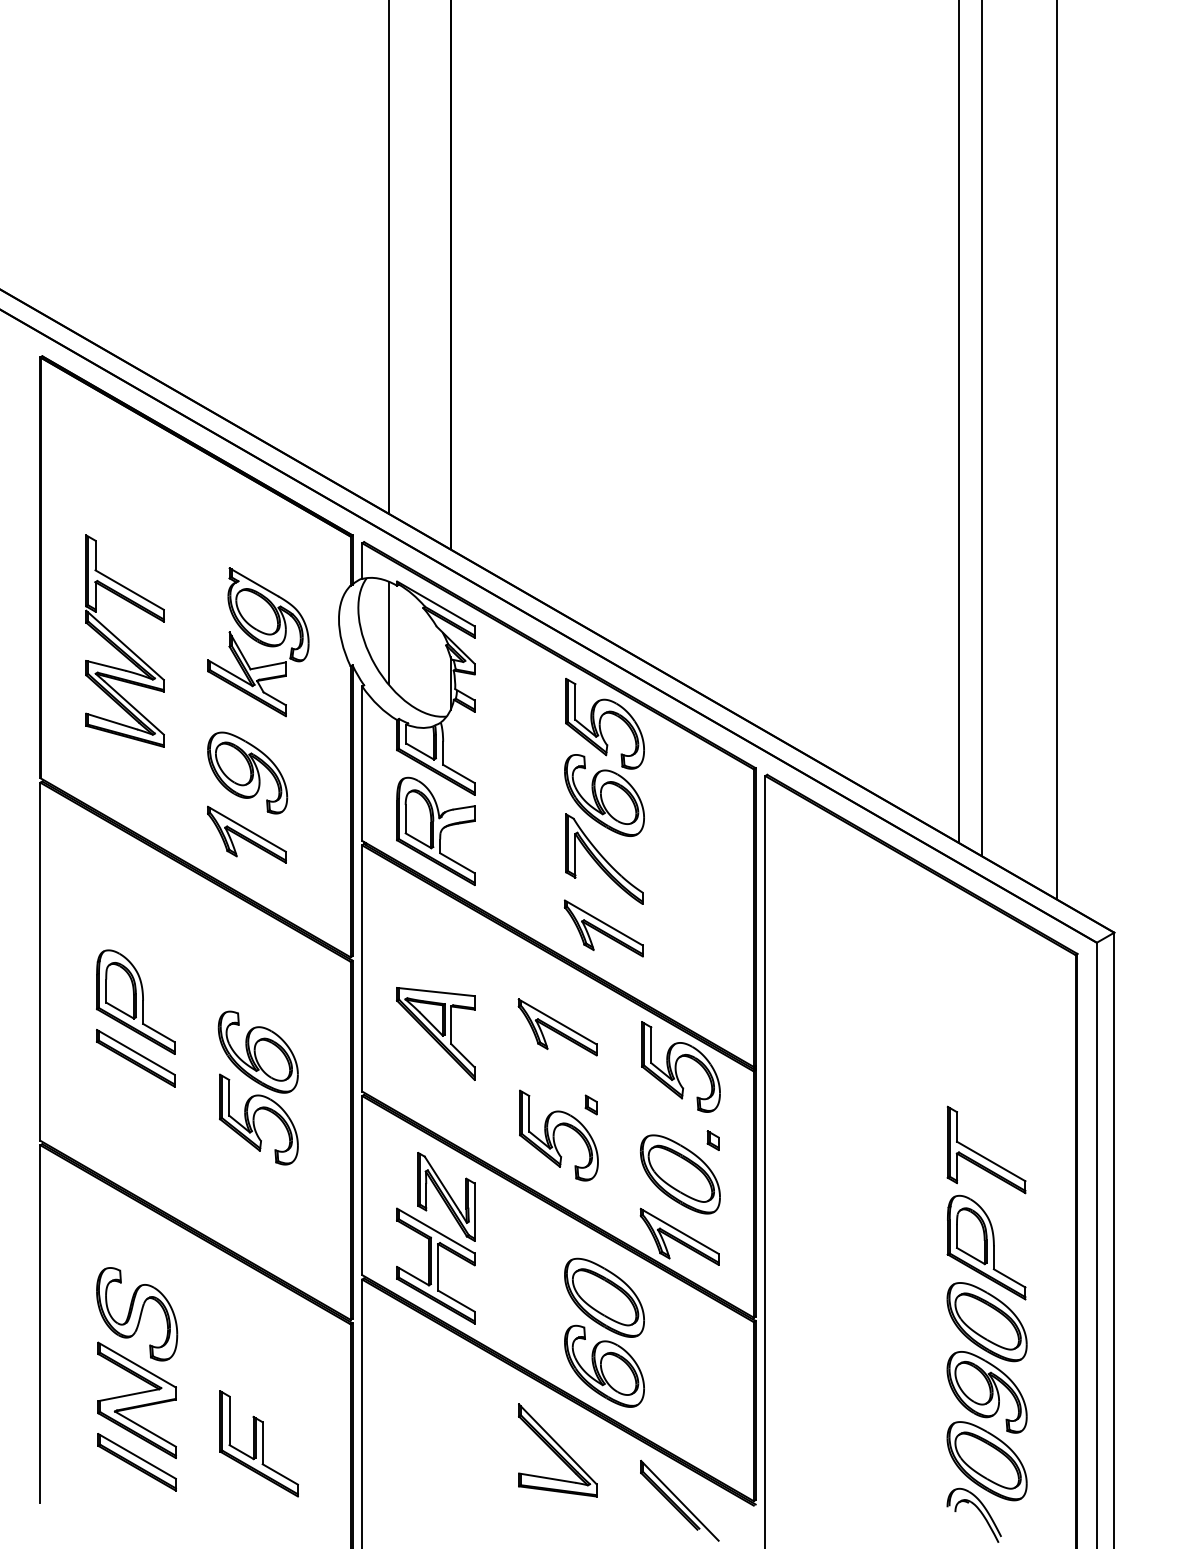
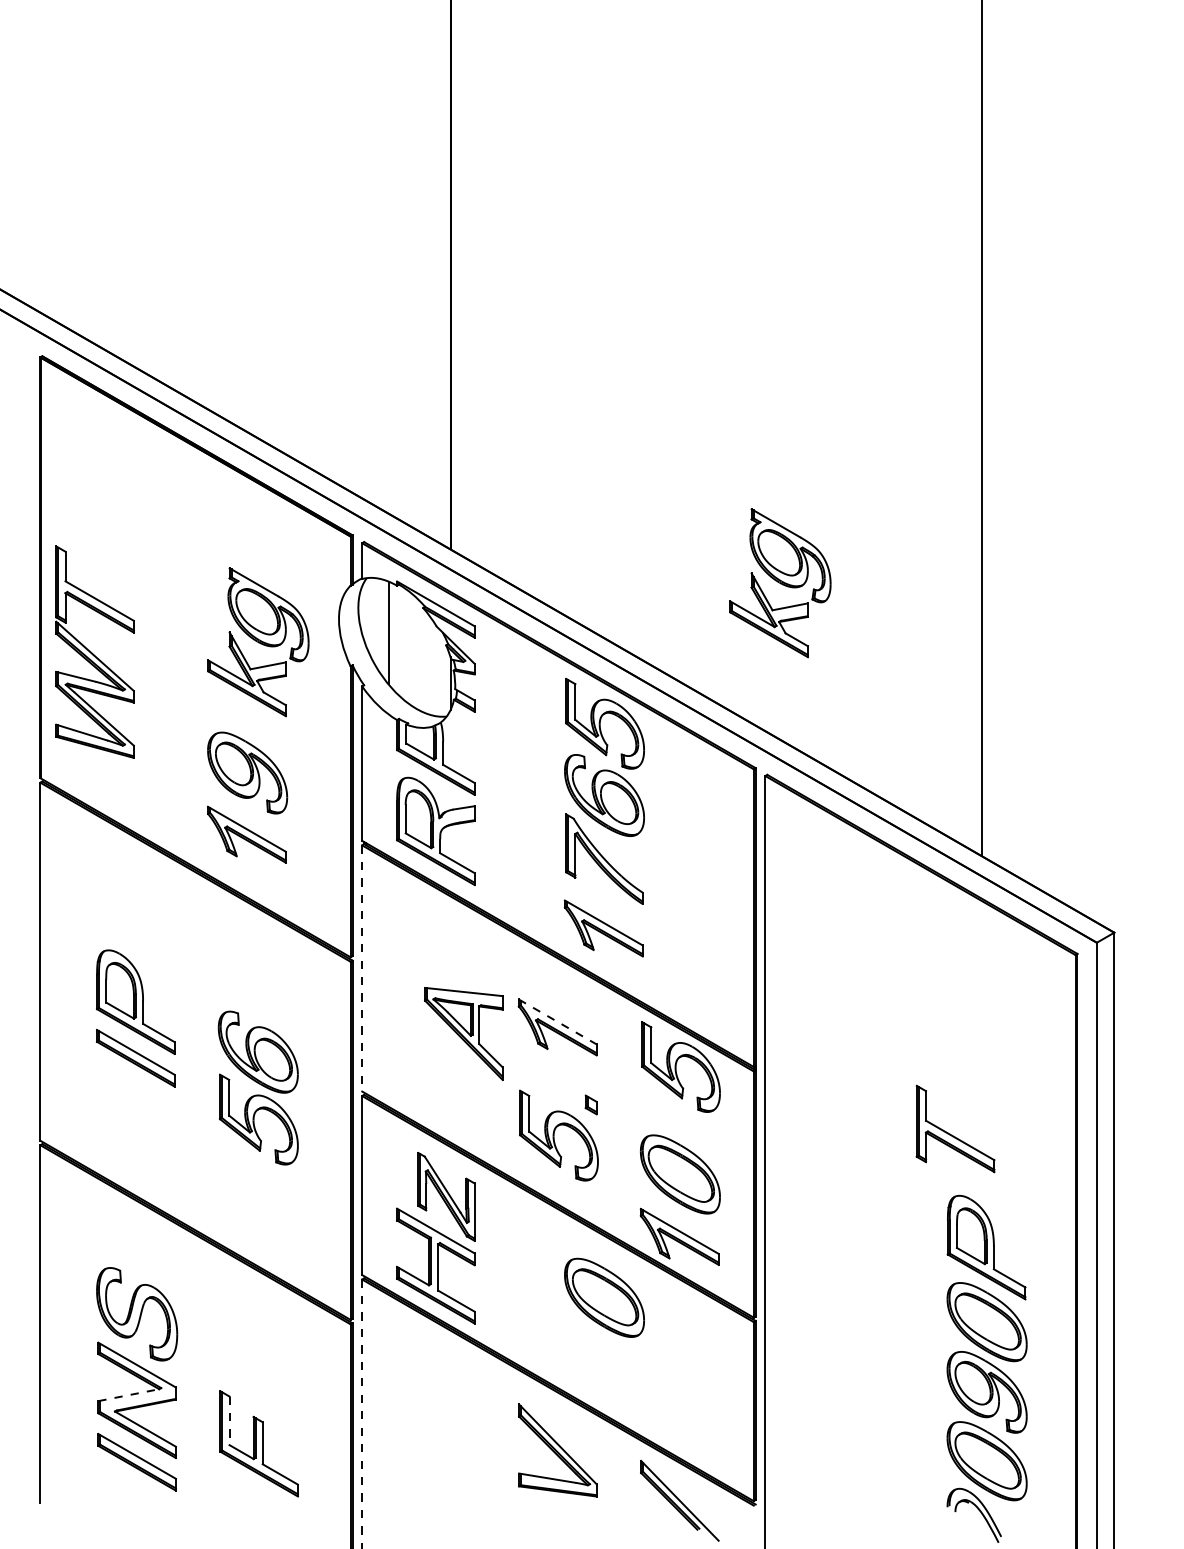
line at (388, 257): present -> none
line at (958, 422): present -> none
line at (1056, 450): present -> none
part at (780, 583): none -> present
part at (124, 640) position: (124, 640) -> (94, 651)
line at (362, 968): solid -> dashed
line at (557, 1021): solid -> dashed
part at (435, 1033) position: (435, 1033) -> (463, 1033)
part at (712, 1140): present -> none
part at (981, 1154) position: (981, 1154) -> (950, 1133)
part at (604, 1365): present -> none
line at (129, 1395): solid -> dashed
line at (362, 1414): solid -> dashed
line at (229, 1421): solid -> dashed
